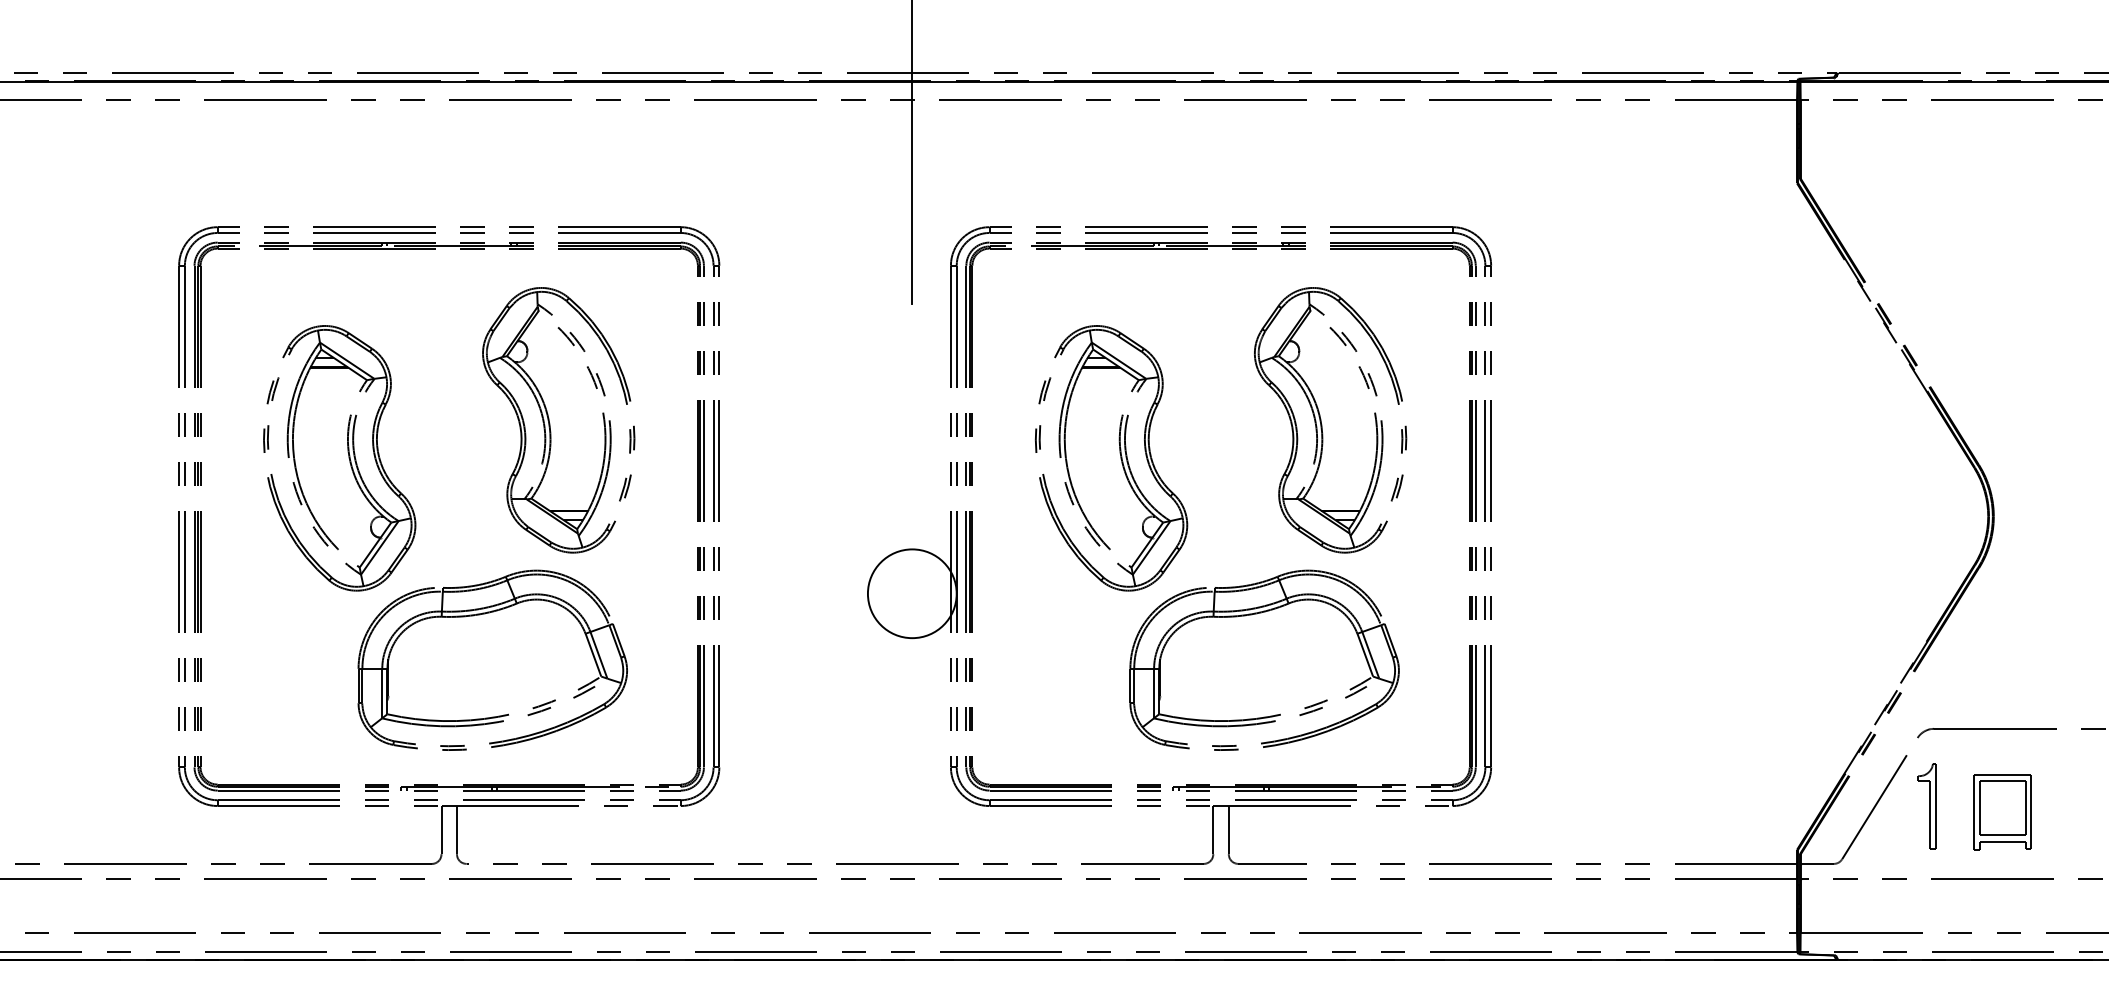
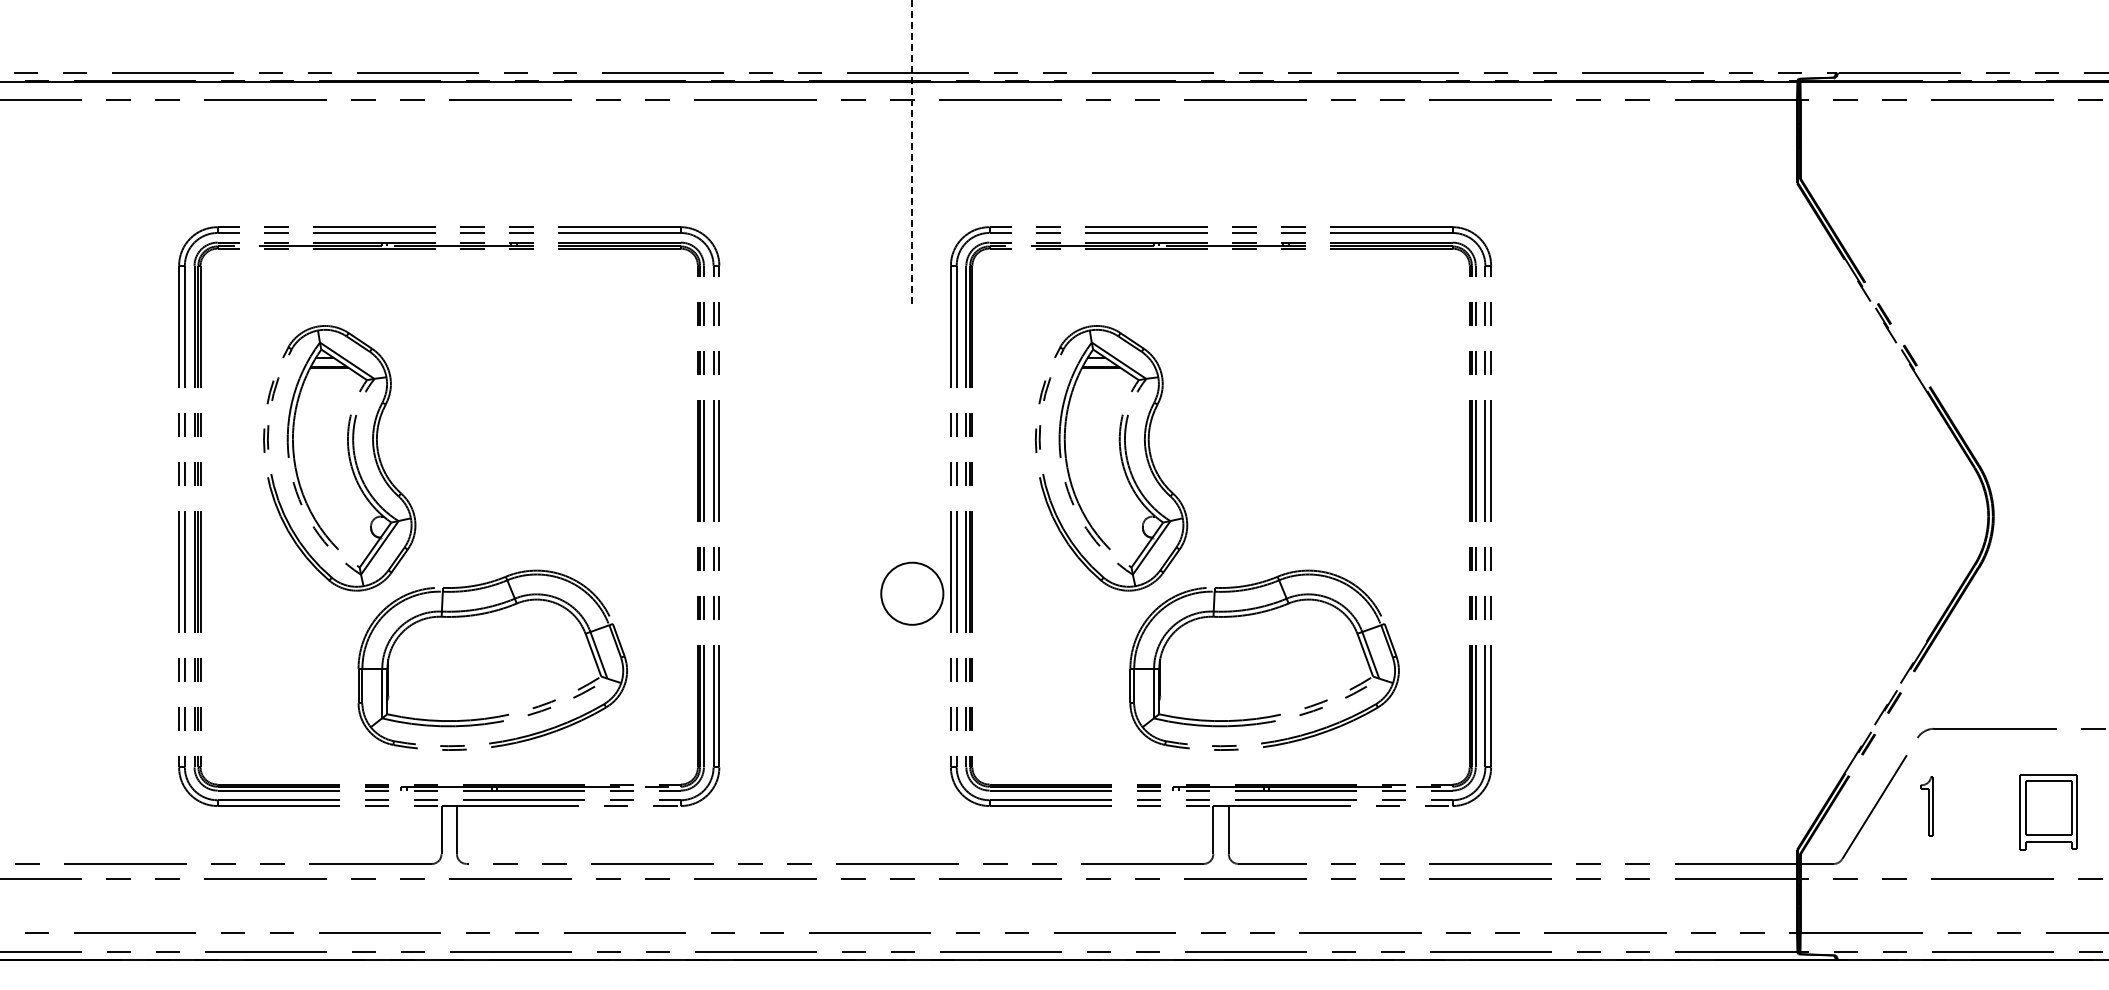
line at (912, 152): solid -> dashed
part at (550, 423): present -> none
part at (1322, 424): present -> none
circle at (911, 593) diameter: 89 px -> 62 px
part at (1926, 806) size: 20x87 px -> 14x61 px
part at (2002, 812) position: (2002, 812) -> (2048, 812)
